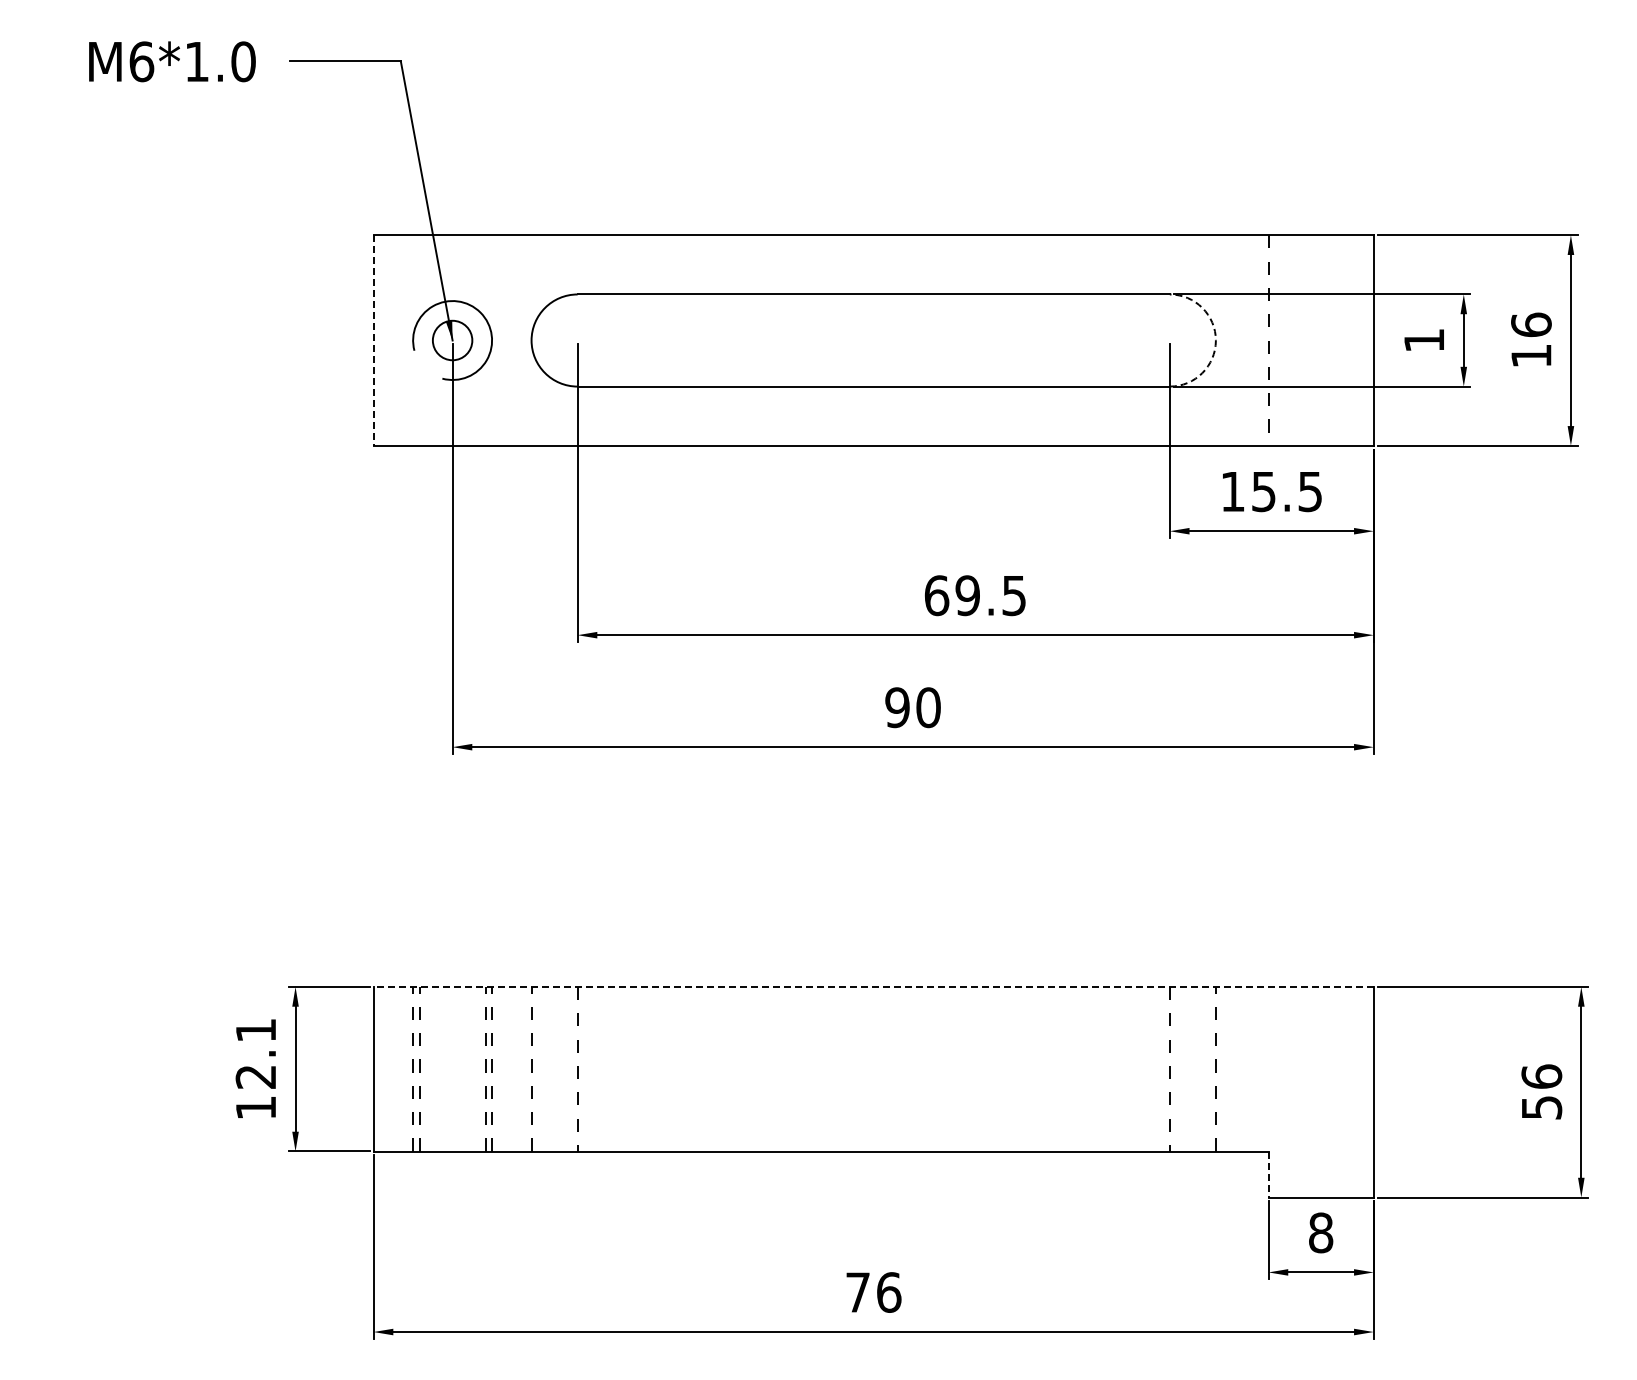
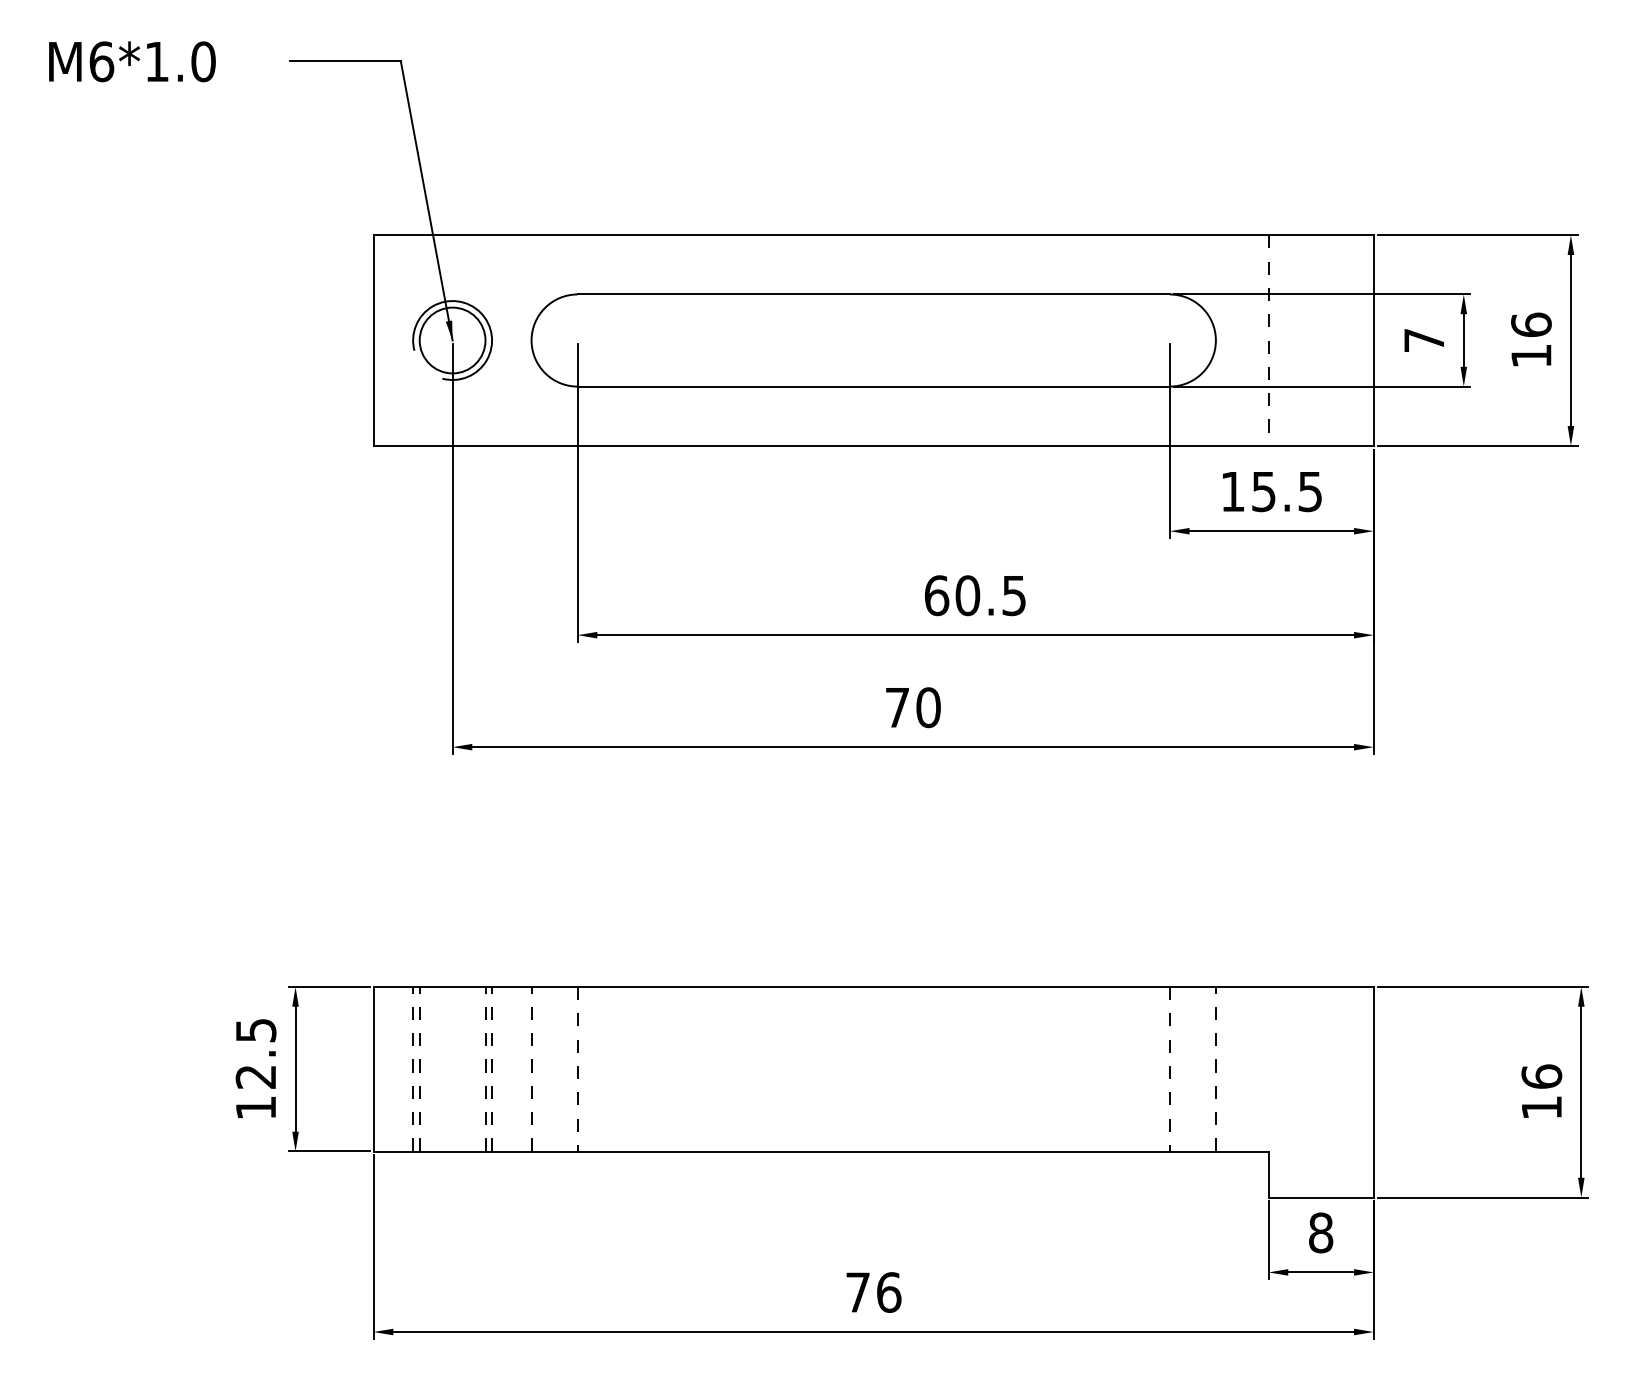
text at (172, 61) position: (172, 61) -> (132, 61)
circle at (452, 340) diameter: 39 px -> 66 px
arc at (1215, 340): dashed -> solid
text at (1423, 340): 1 -> 7
line at (373, 341): dashed -> solid
text at (967, 595): 69.5 -> 60.5
text at (897, 707): 90 -> 70
line at (873, 986): dashed -> solid
text at (256, 1030): 12.1 -> 12.5
text at (1542, 1107): 56 -> 16
line at (1268, 1175): dashed -> solid
